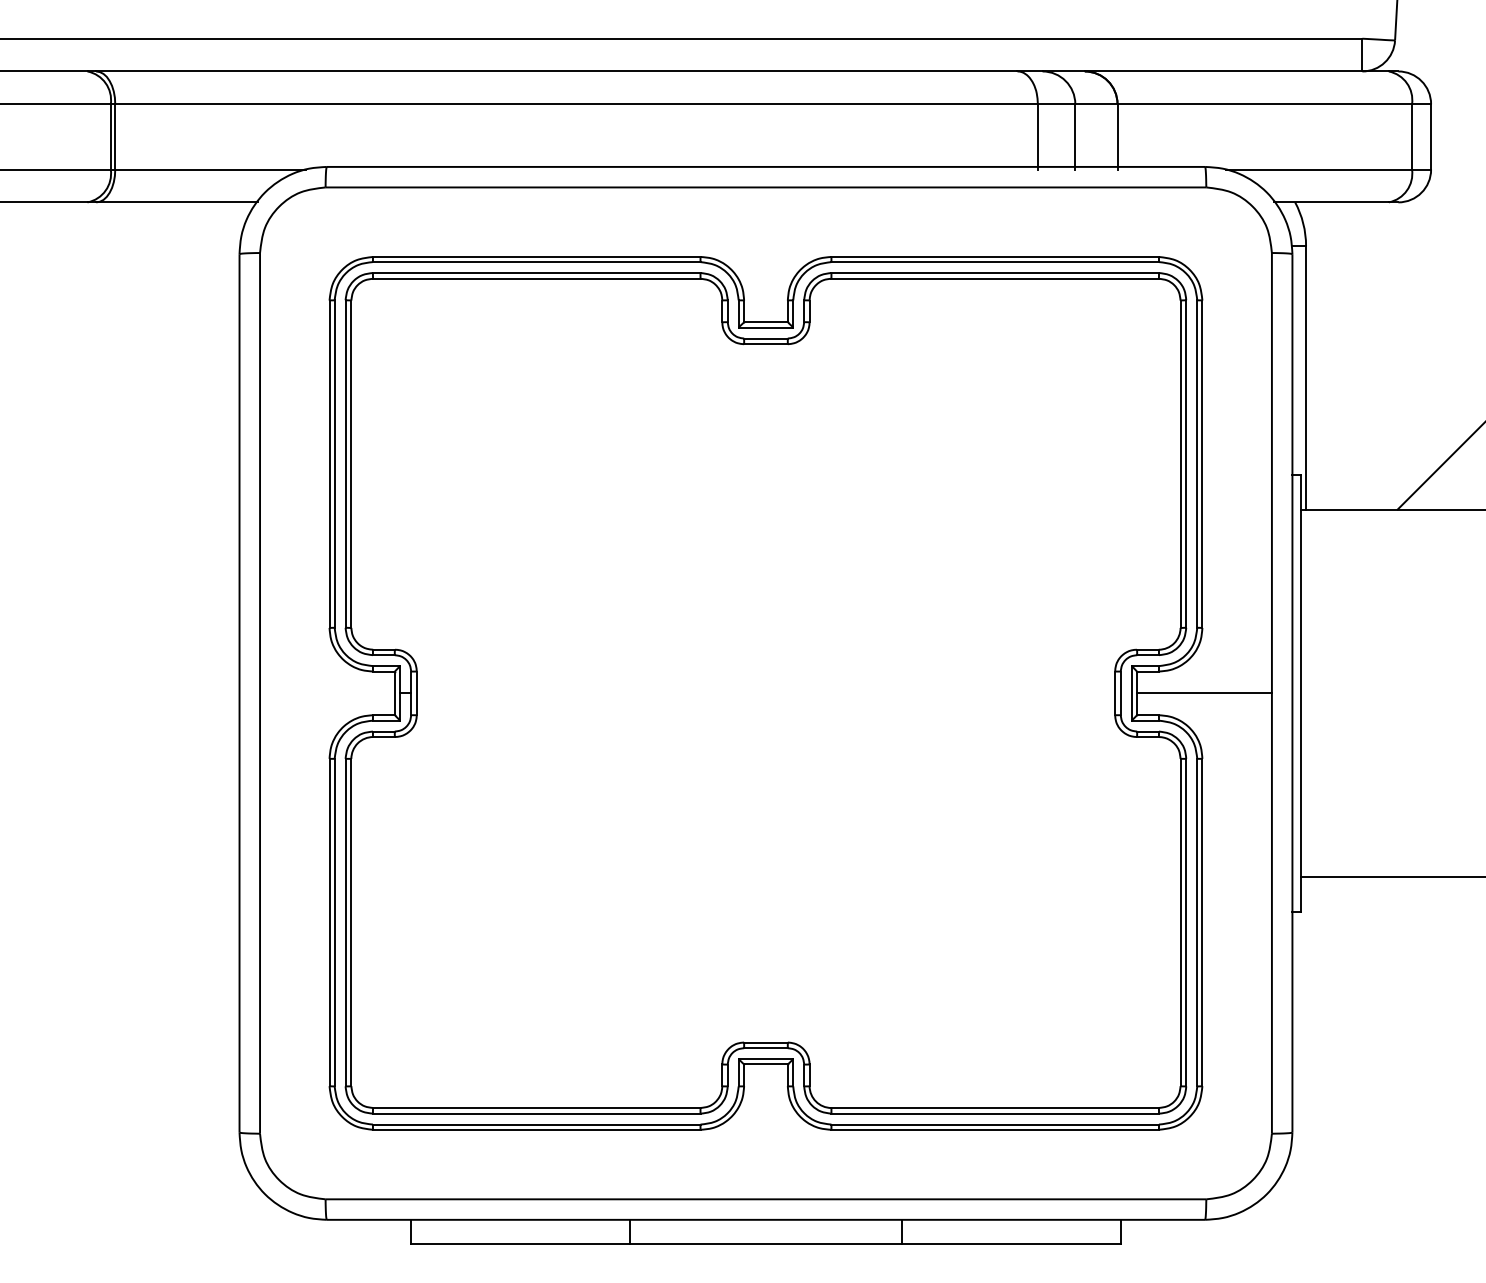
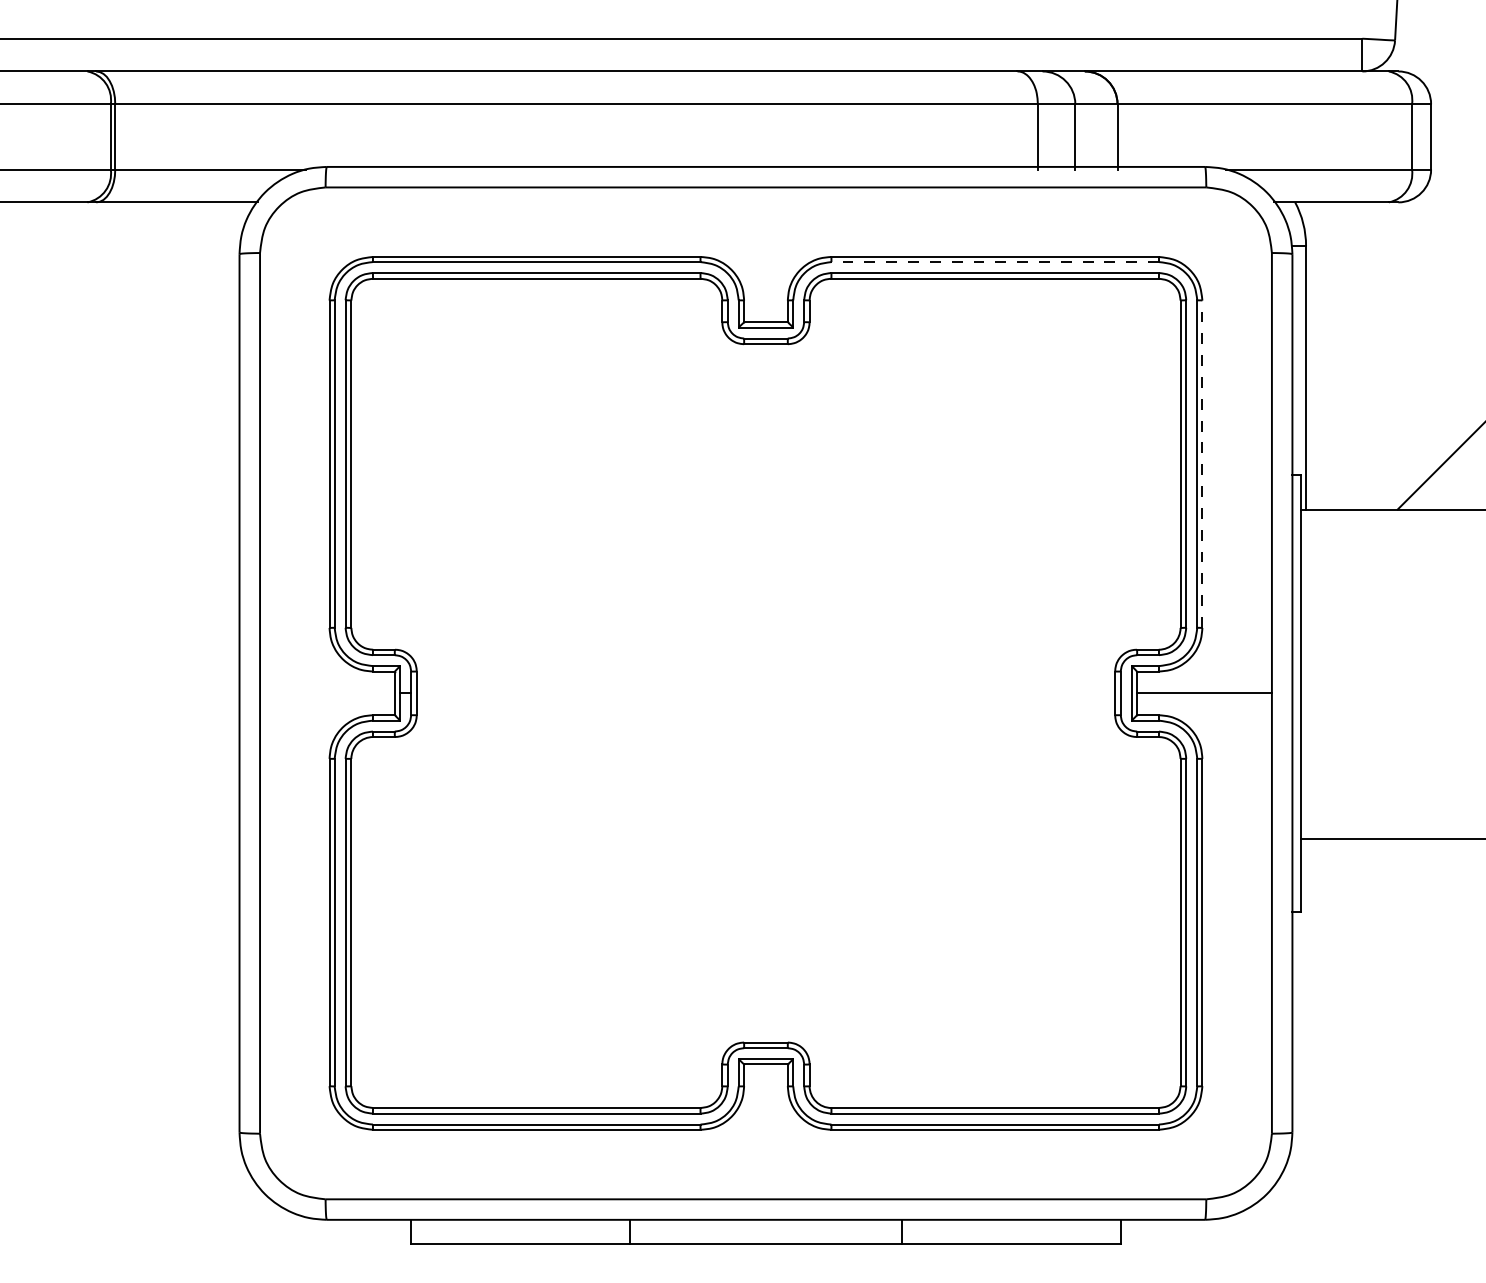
line at (995, 262): solid -> dashed
line at (1202, 464): solid -> dashed
line at (1391, 877) position: (1391, 877) -> (1391, 839)
